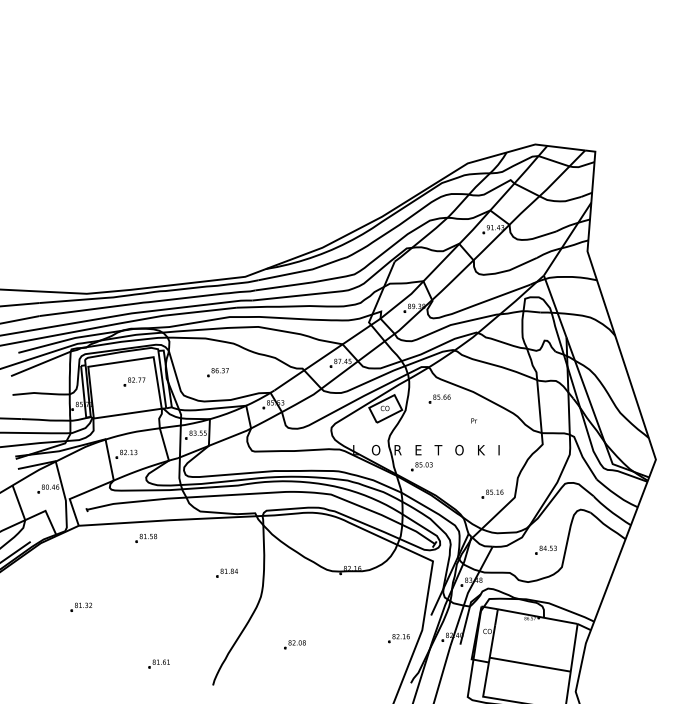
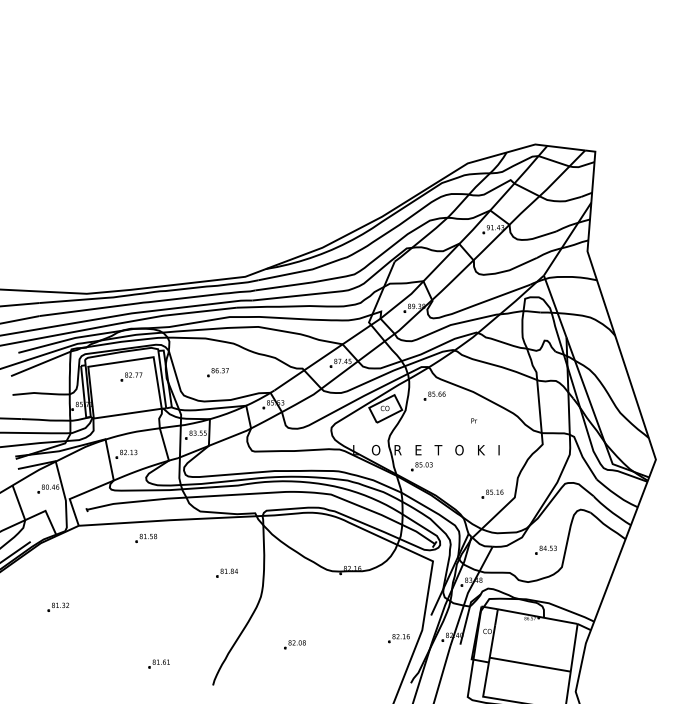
part at (134, 381) position: (134, 381) -> (131, 376)
part at (439, 398) position: (439, 398) -> (434, 395)
part at (80, 606) position: (80, 606) -> (57, 606)
